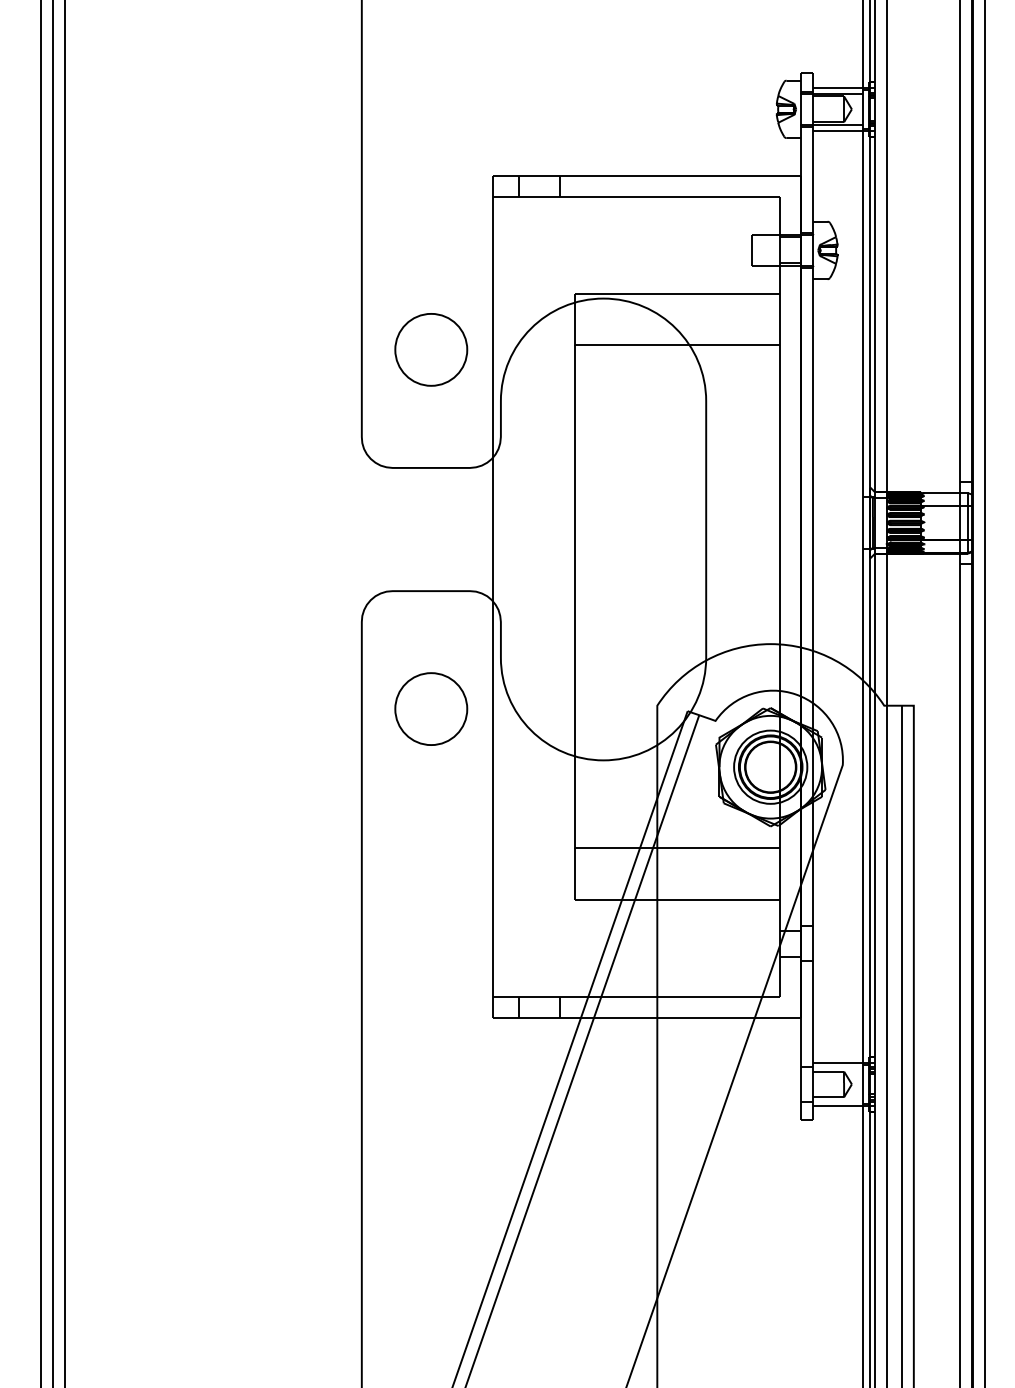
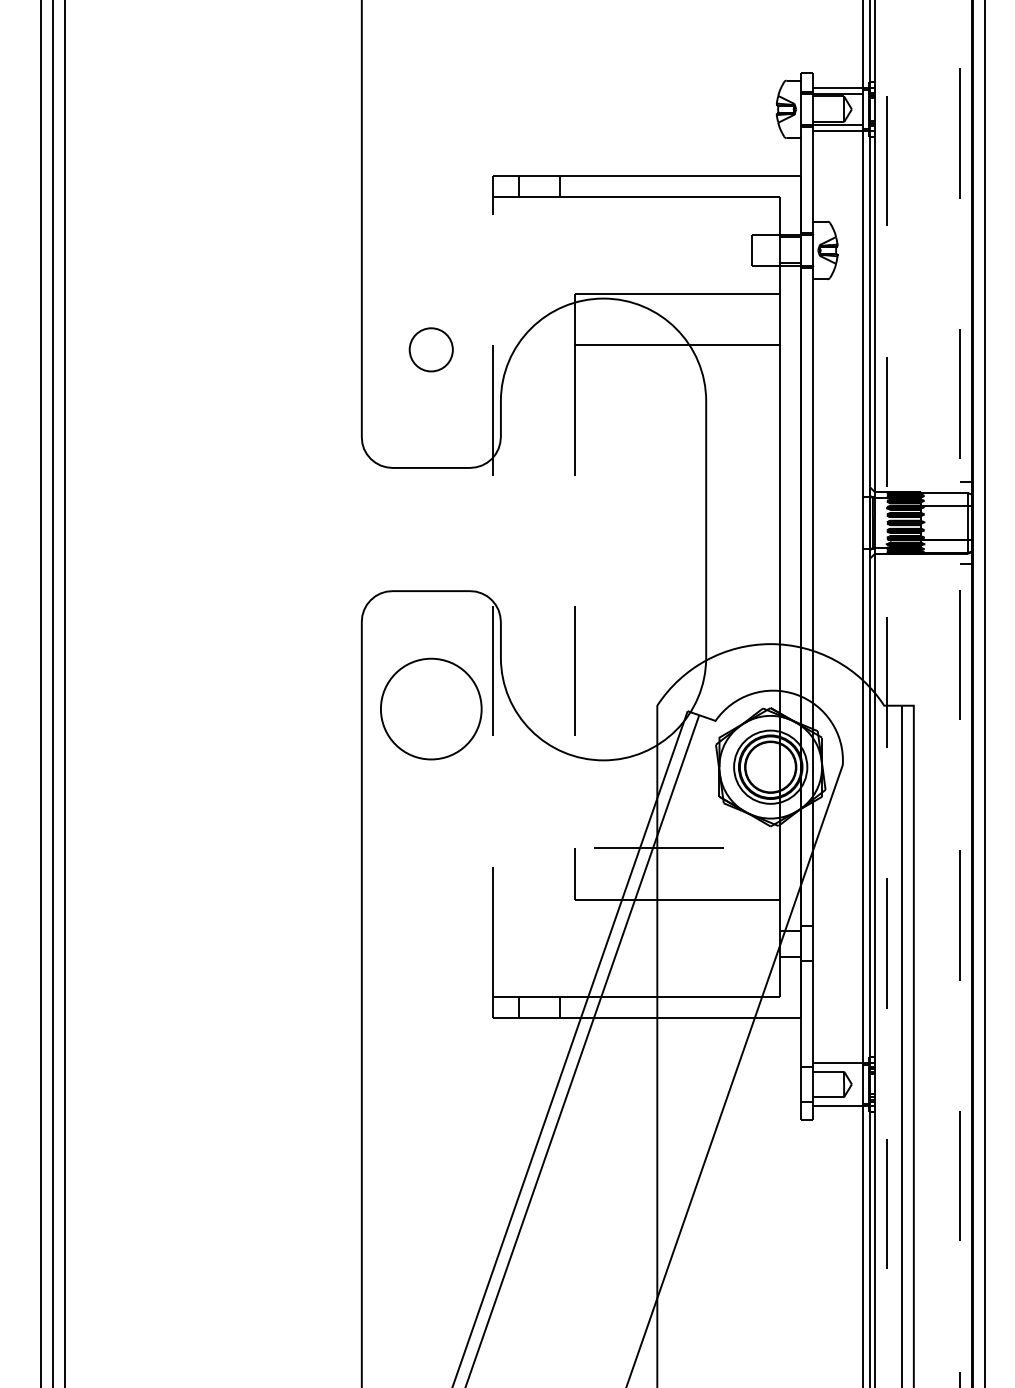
circle at (431, 349) diameter: 72 px -> 43 px
line at (493, 585): solid -> dashed
line at (887, 693): solid -> dashed
line at (960, 694): solid -> dashed
line at (575, 700): solid -> dashed
circle at (431, 709) diameter: 72 px -> 101 px
